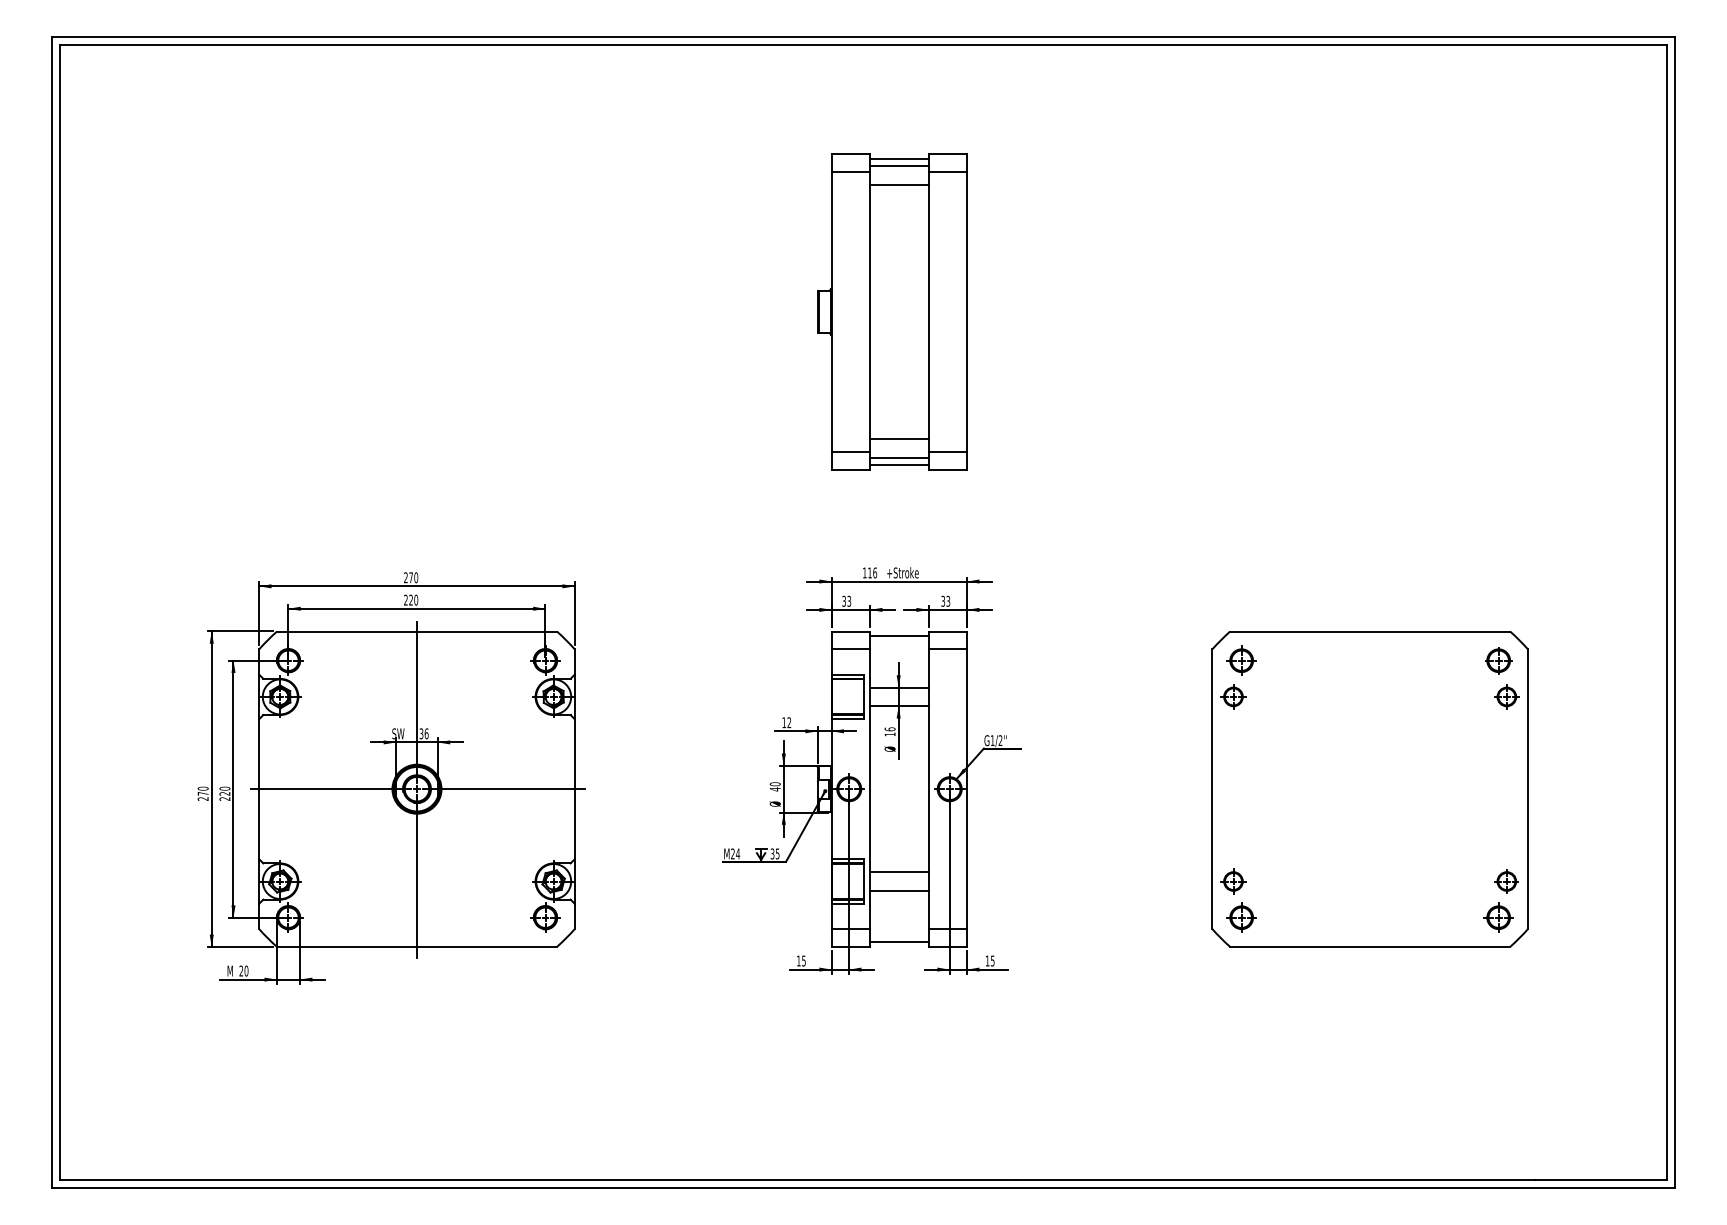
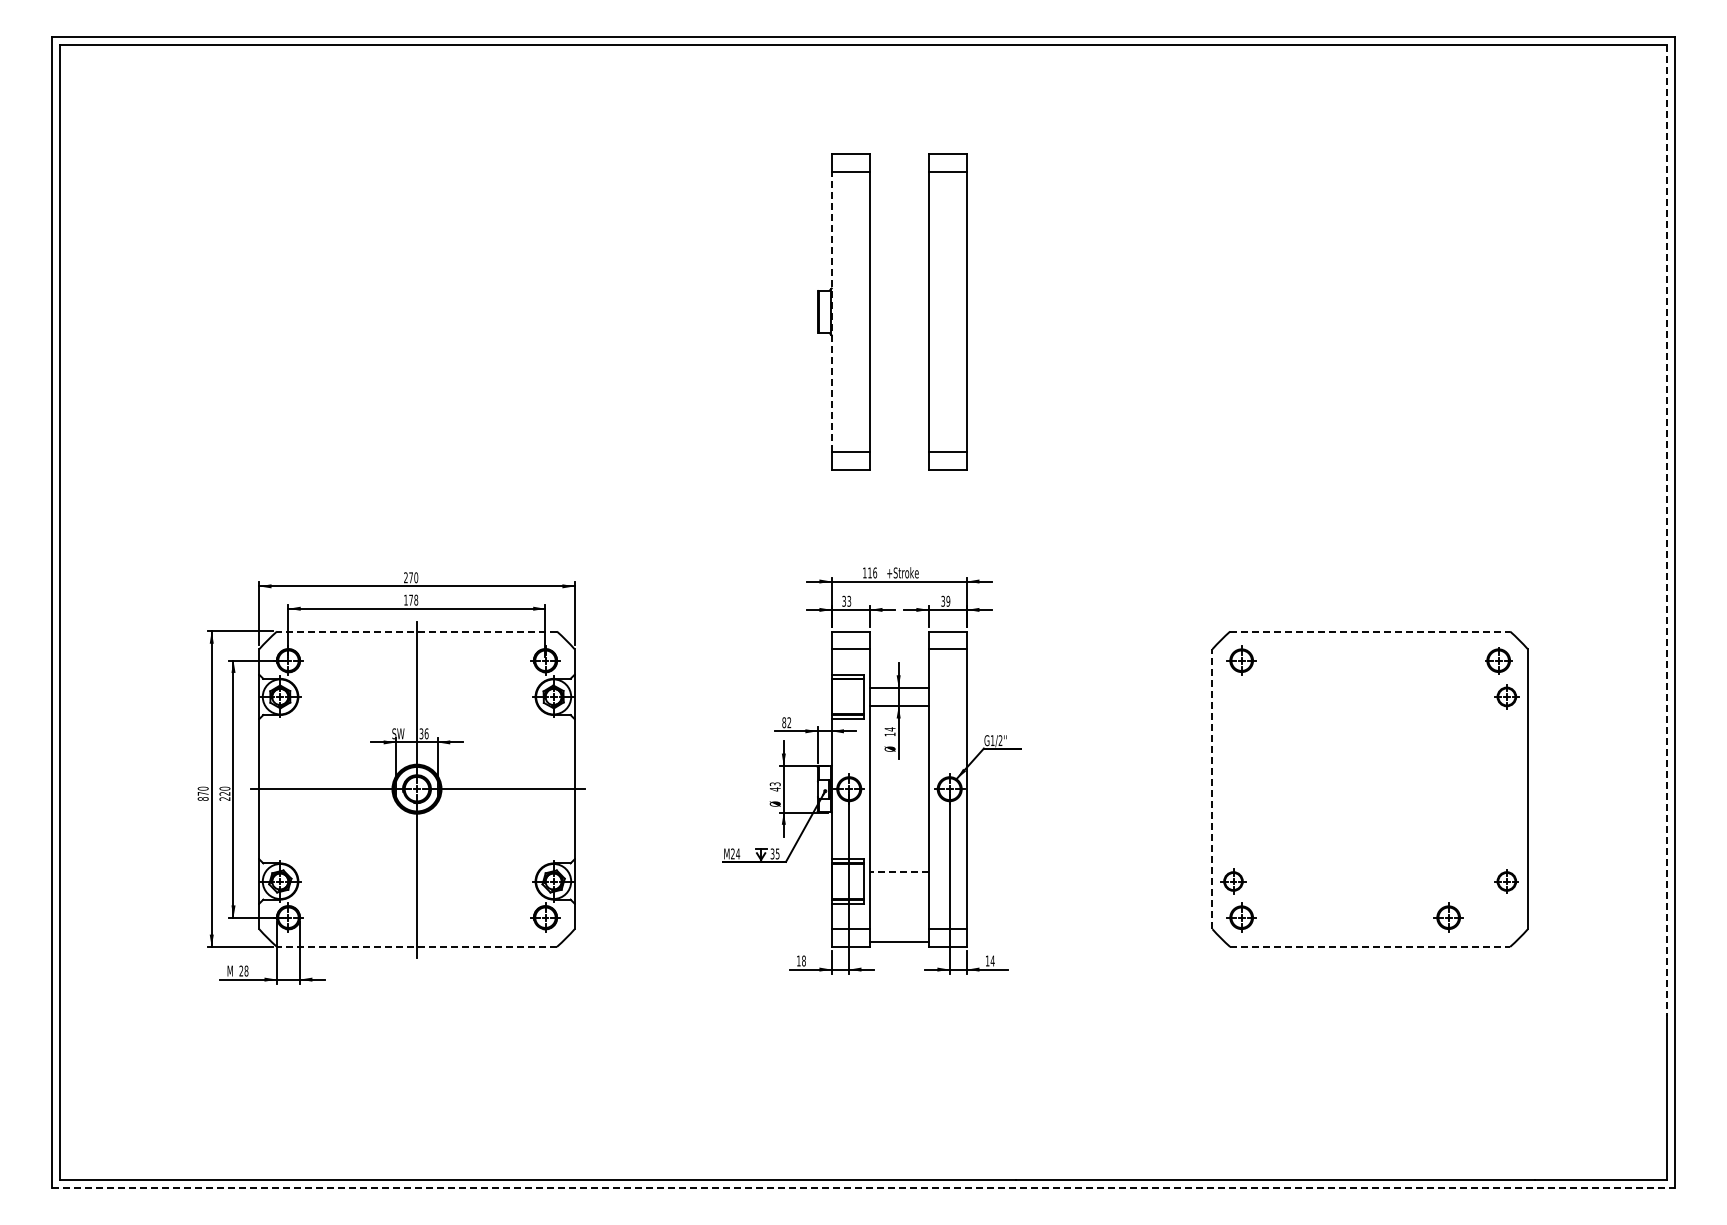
line at (899, 158): present -> none
line at (899, 165): present -> none
line at (899, 184): present -> none
line at (831, 311): solid -> dashed
line at (899, 439): present -> none
line at (899, 457): present -> none
line at (899, 464): present -> none
line at (1667, 531): solid -> dashed
text at (411, 599): 220 -> 178
text at (948, 601): 33 -> 39
line at (417, 631): solid -> dashed
line at (1370, 631): solid -> dashed
line at (899, 636): present -> none
part at (1233, 696): present -> none
text at (784, 722): 12 -> 82
text at (889, 729): 16 -> 14
text at (775, 784): 40 -> 43
line at (1212, 789): solid -> dashed
text at (203, 798): 270 -> 870
line at (898, 872): solid -> dashed
line at (899, 890): present -> none
part at (1498, 917) position: (1498, 917) -> (1448, 917)
line at (417, 946): solid -> dashed
line at (1370, 946): solid -> dashed
text at (803, 960): 15 -> 18
text at (992, 960): 15 -> 14
text at (246, 971): 20 -> 28
line at (863, 1188): solid -> dashed
